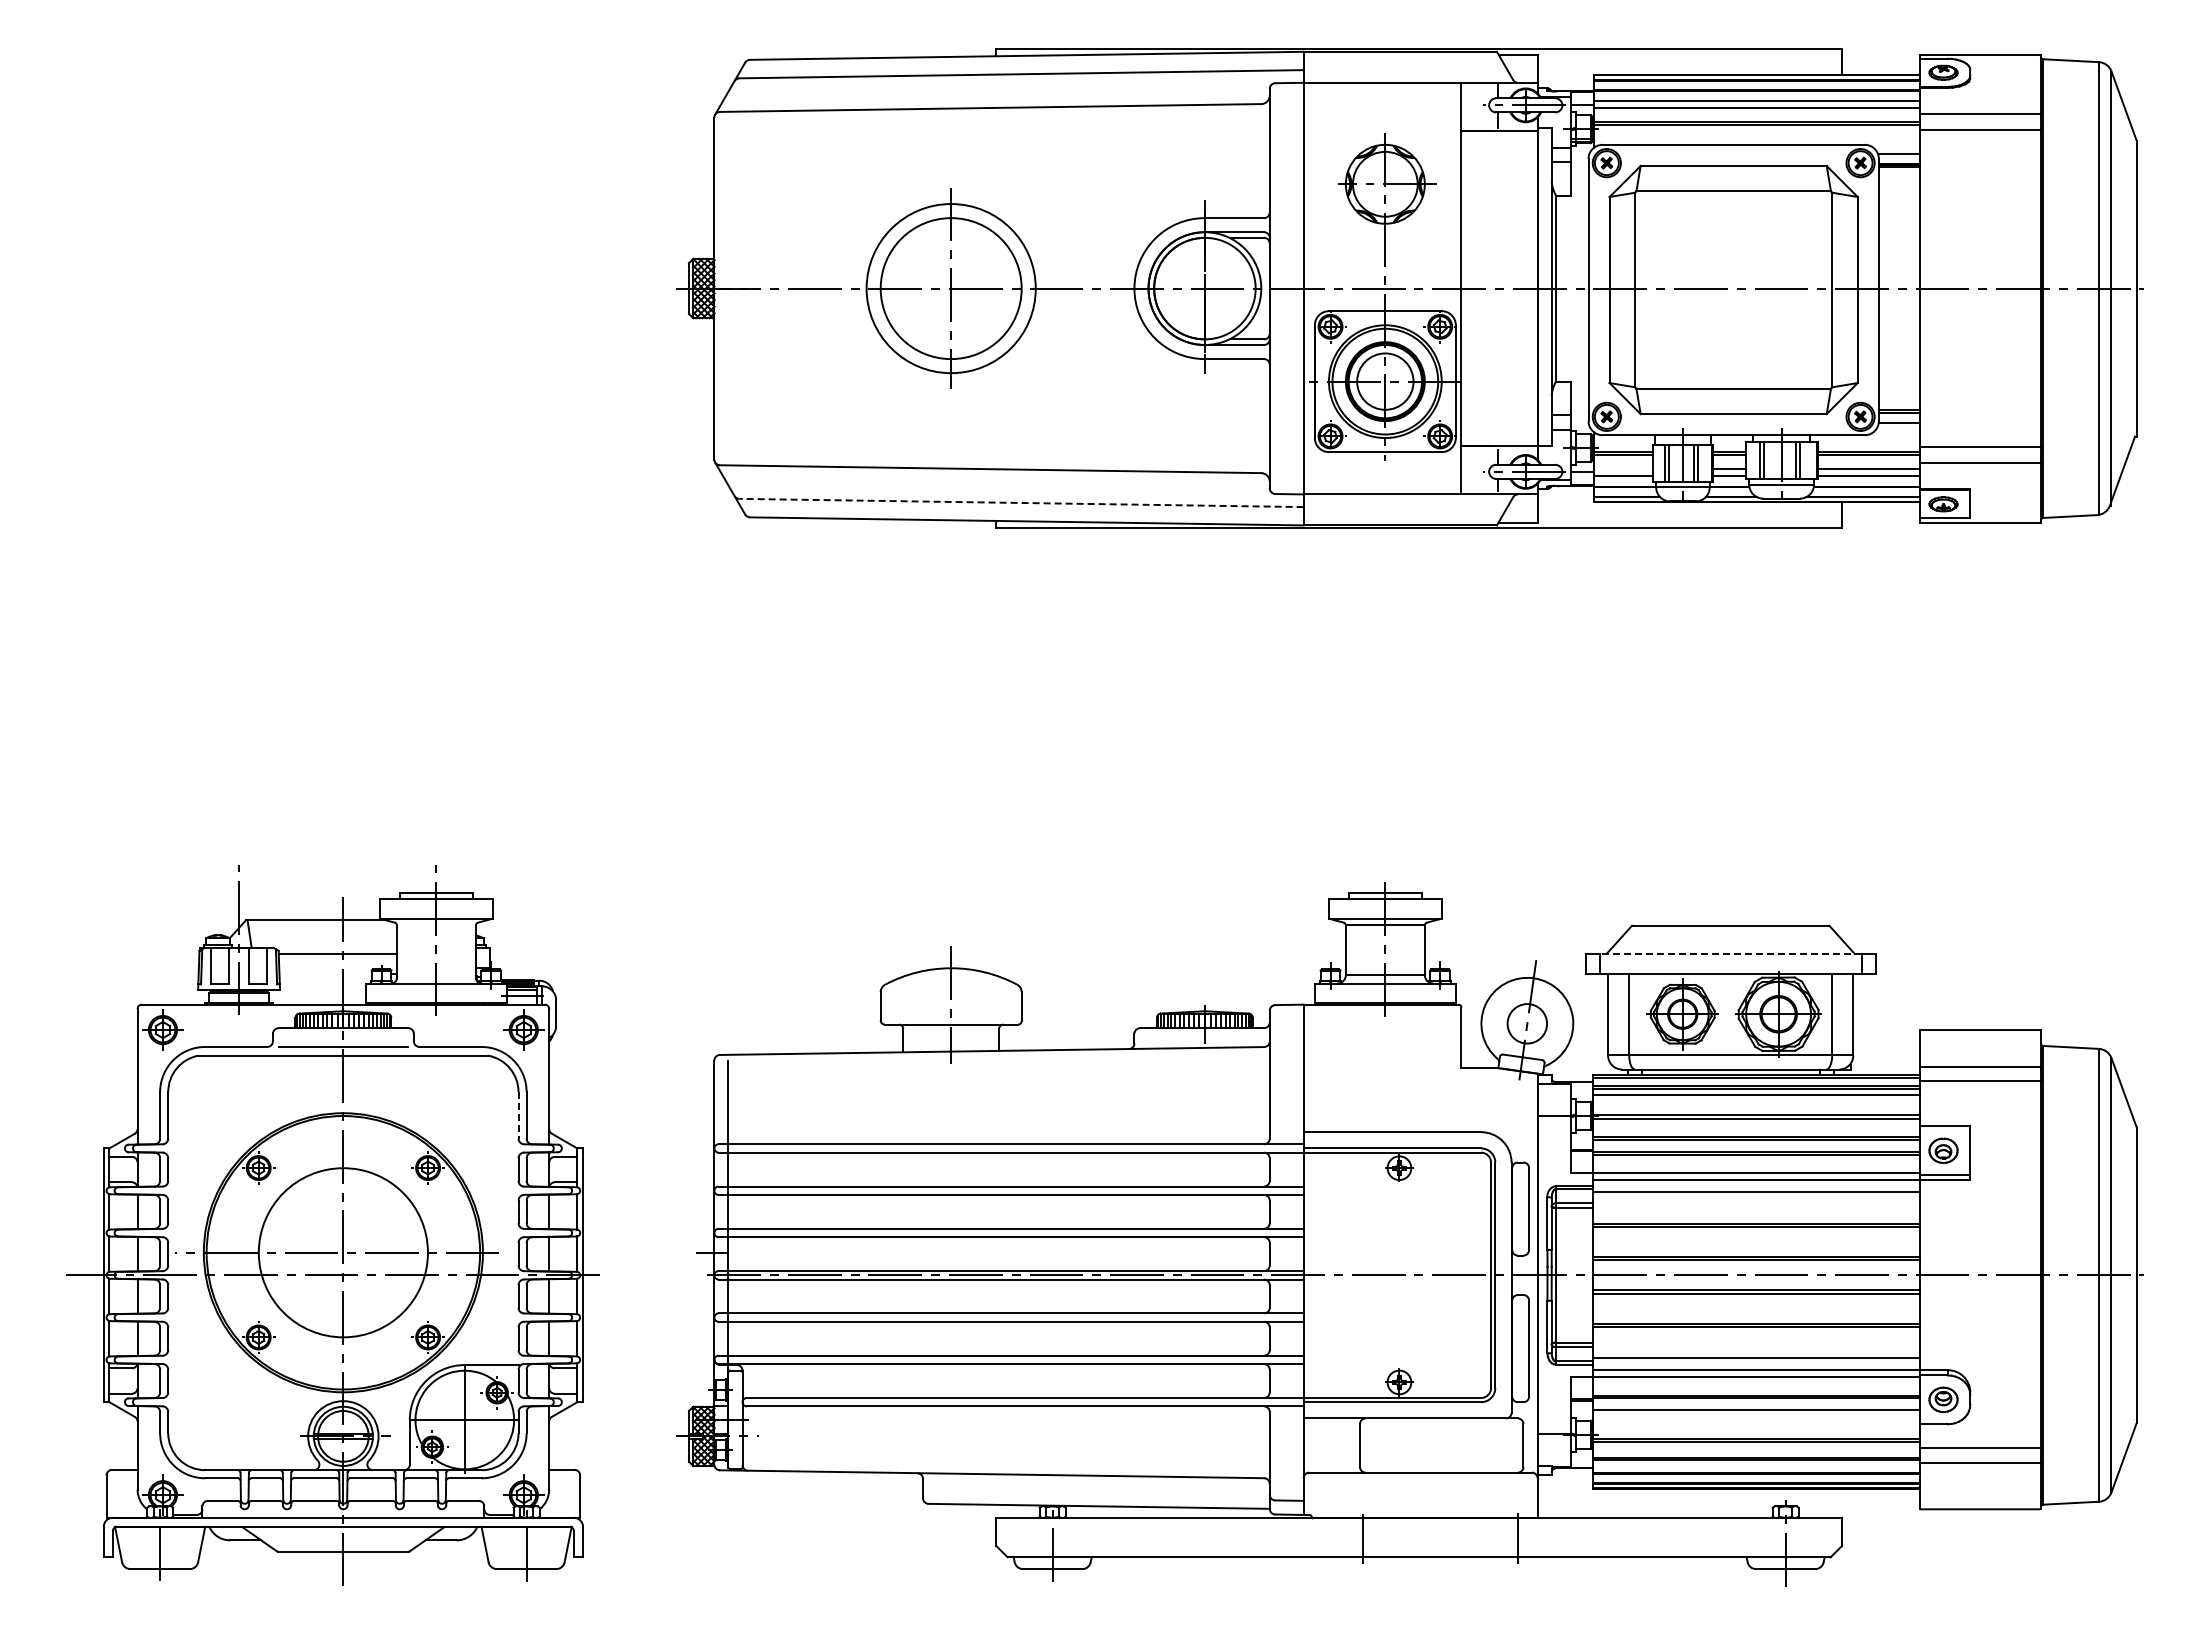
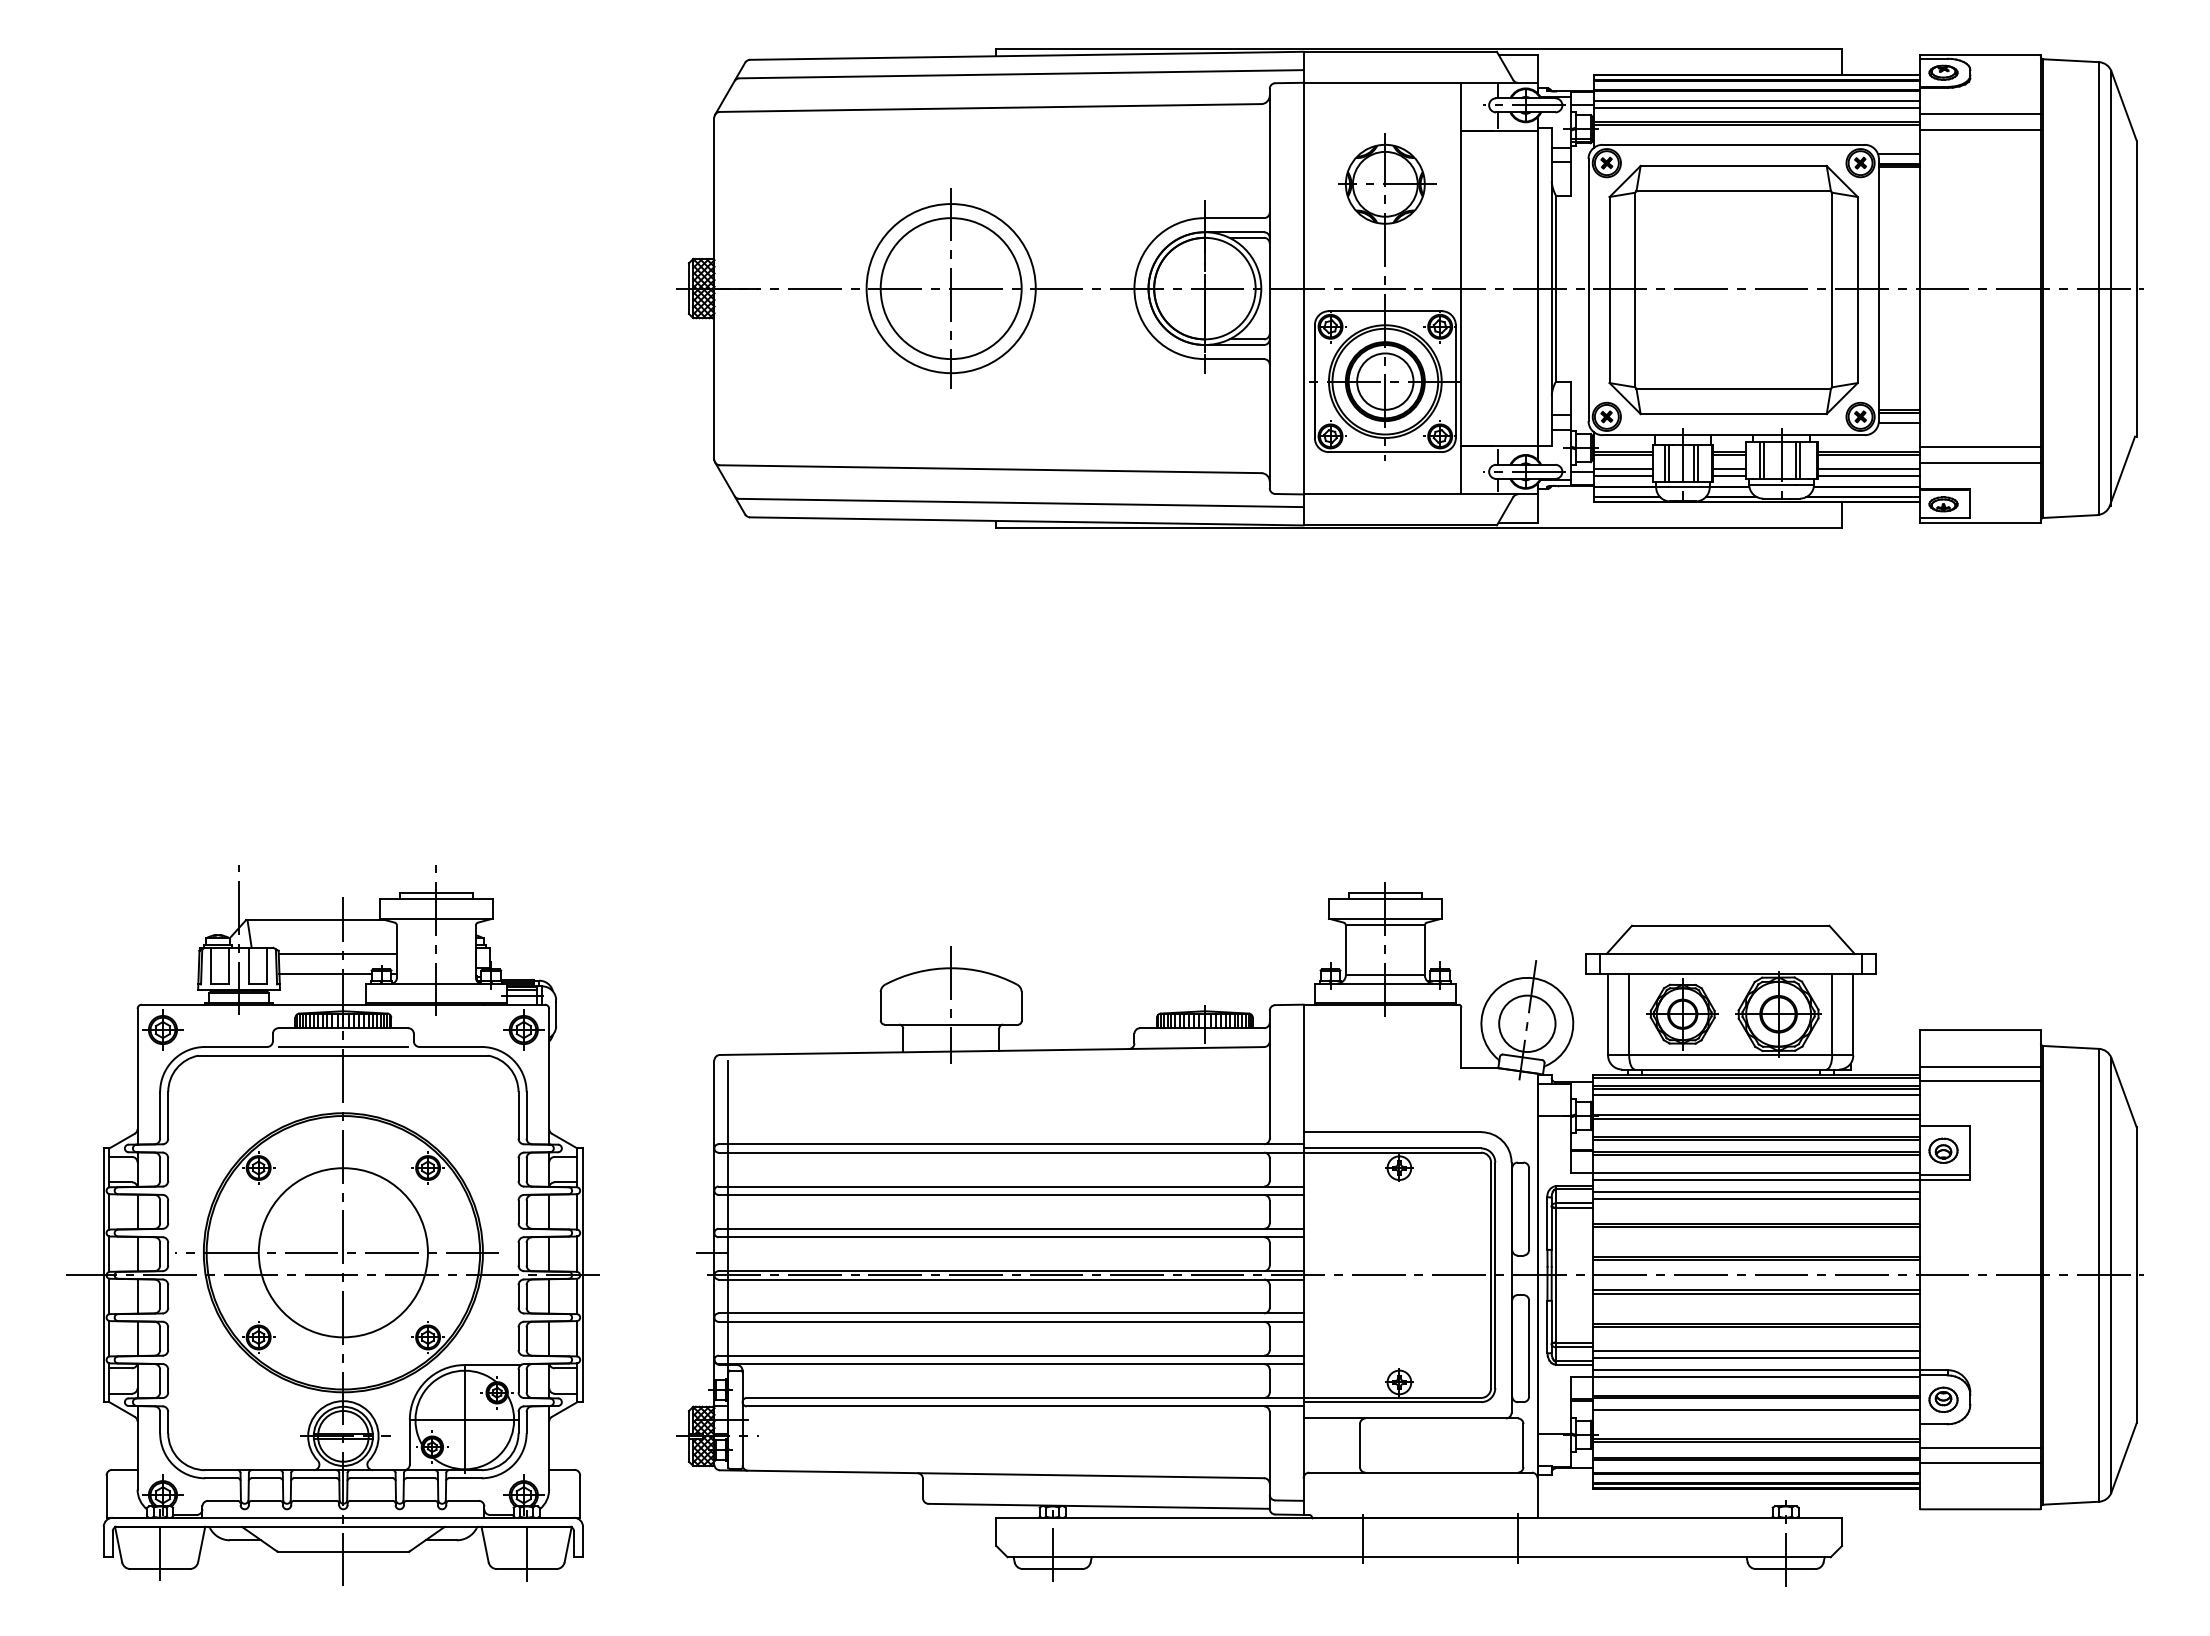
line at (1623, 468): none -> present
line at (1020, 502): dashed -> solid
line at (1730, 953): dashed -> solid
line at (325, 973): none -> present
circle at (1527, 1023) diameter: 39 px -> 56 px
line at (518, 1115): dashed -> solid
line at (1755, 1199): none -> present
line at (1755, 1351): none -> present
